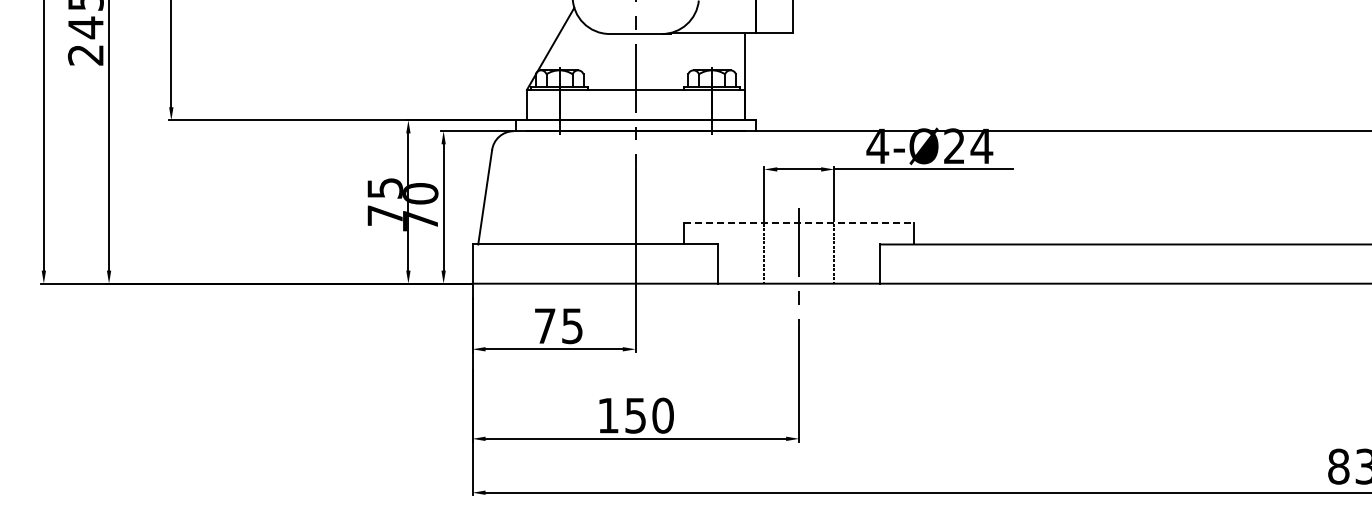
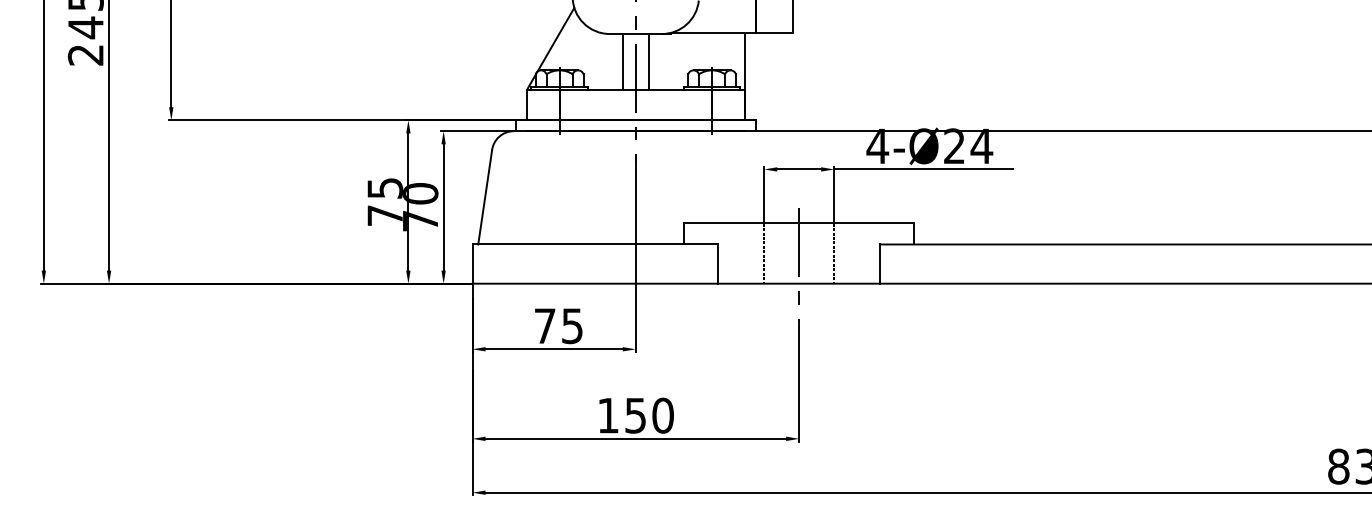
line at (622, 61): none -> present
line at (648, 61): none -> present
line at (799, 222): dashed -> solid
